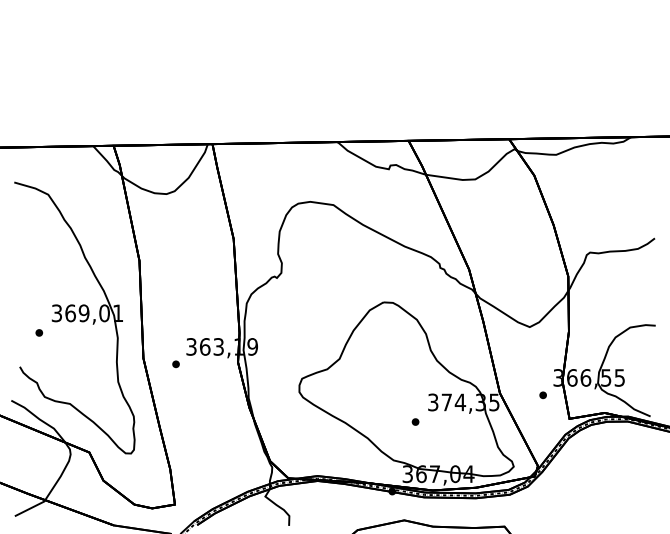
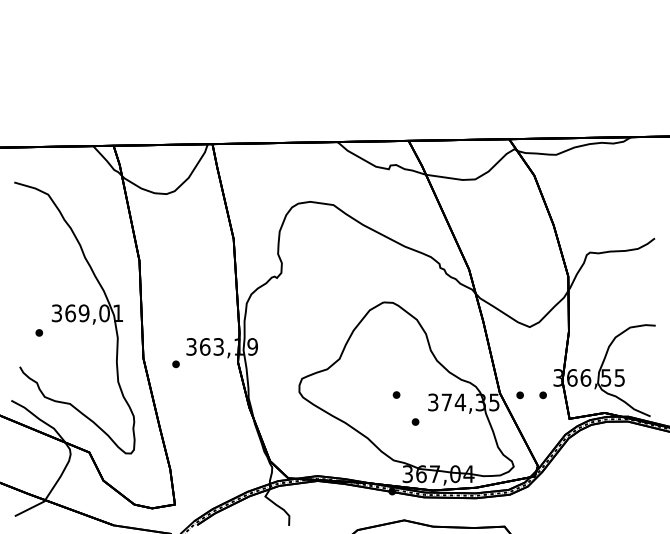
part at (396, 394): none -> present
part at (519, 395): none -> present
